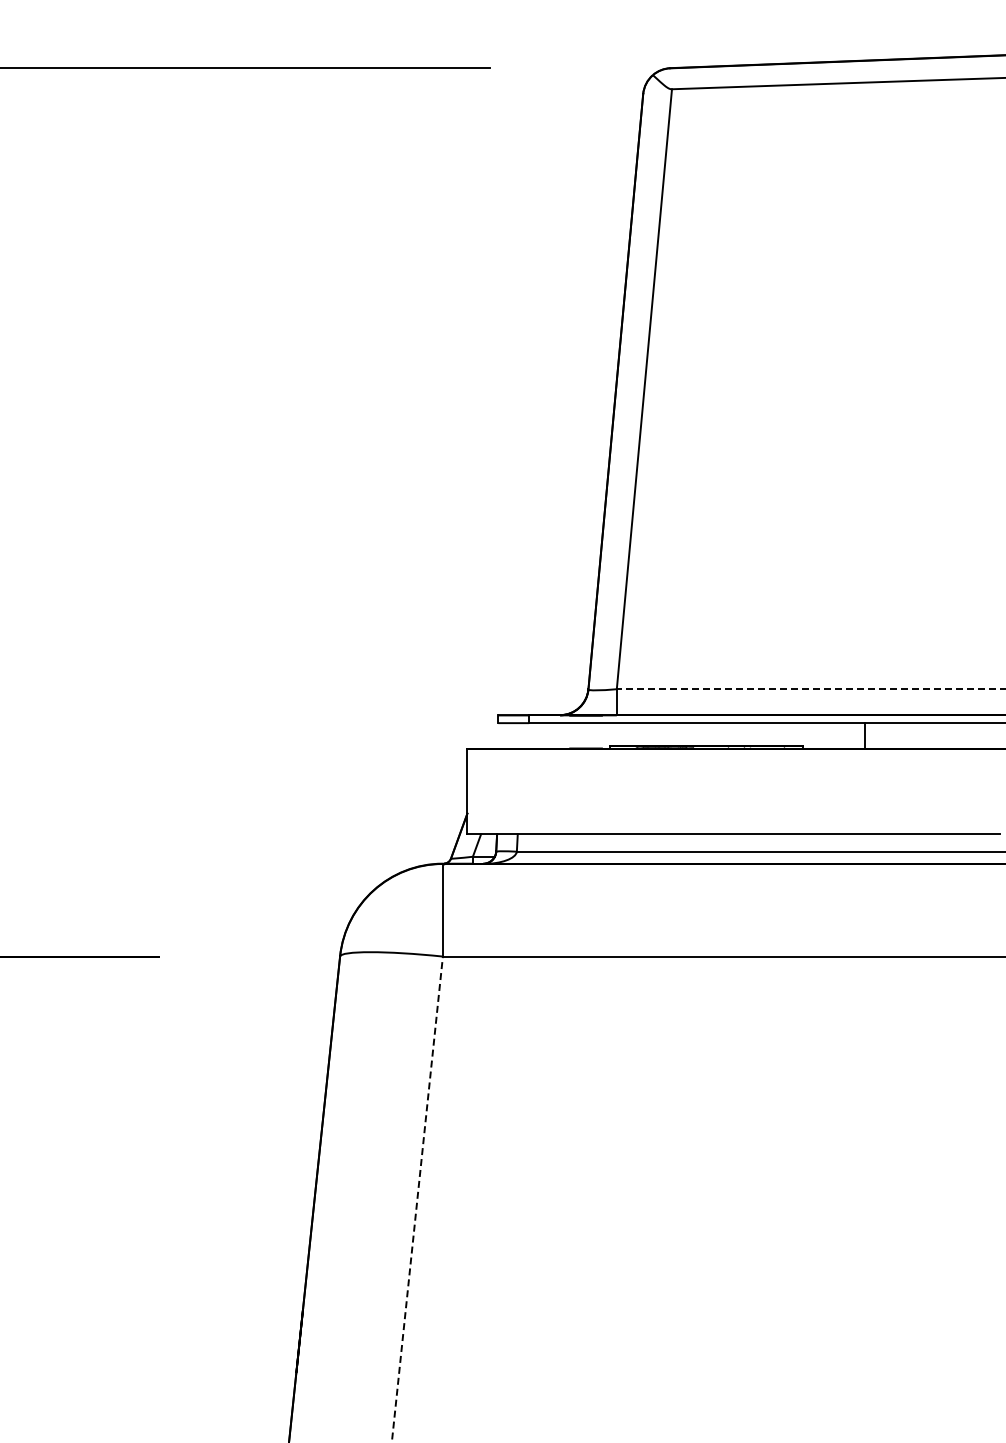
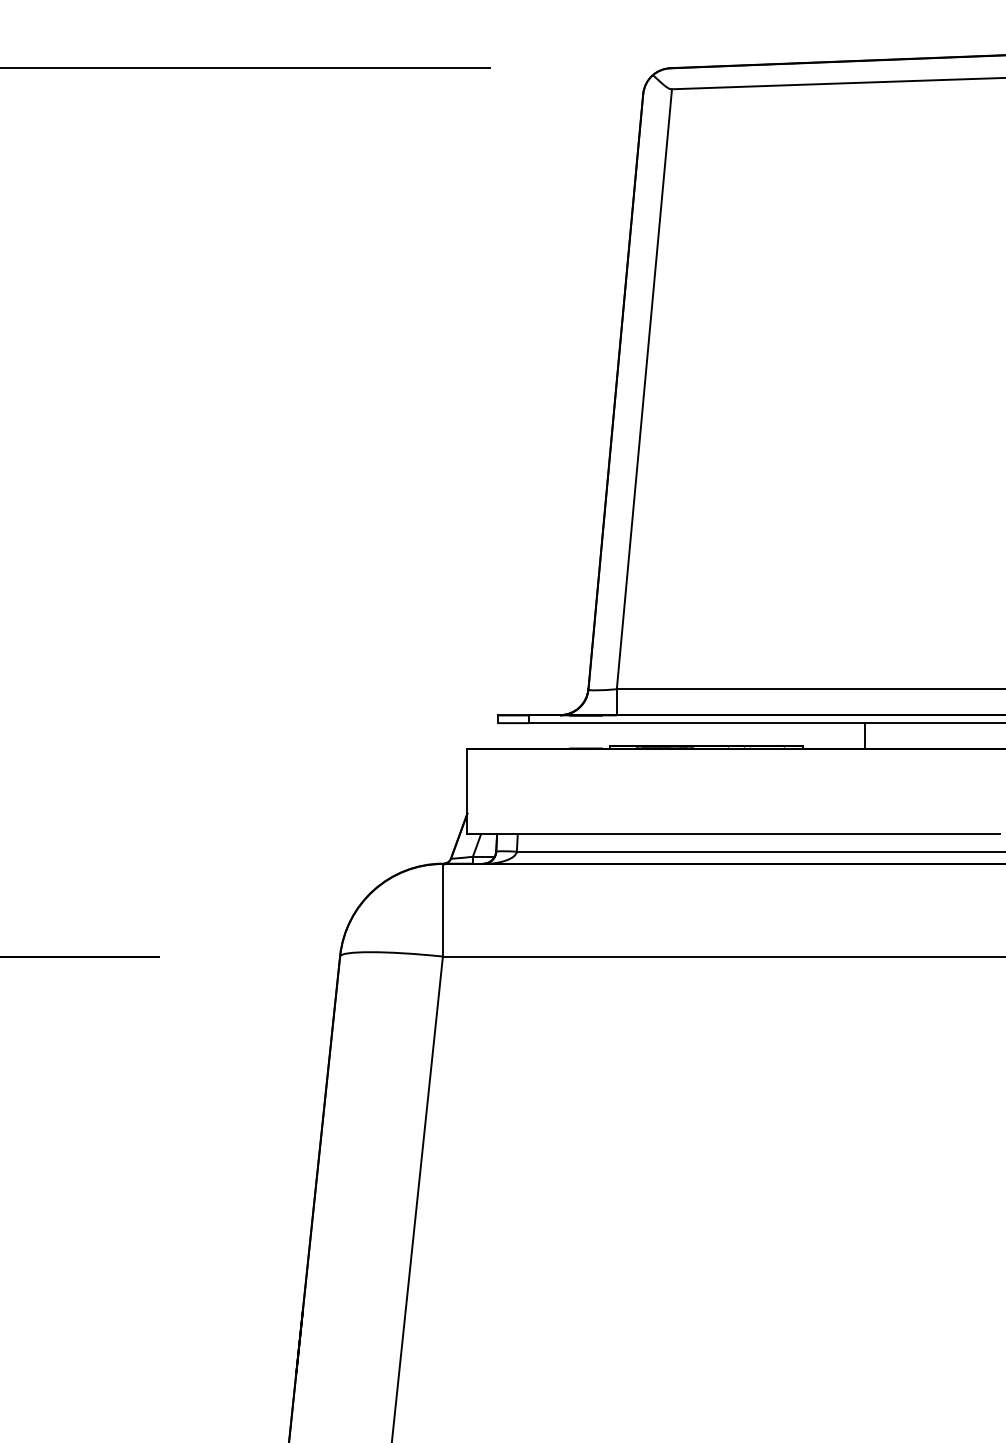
line at (810, 689): dashed -> solid
line at (417, 1199): dashed -> solid
